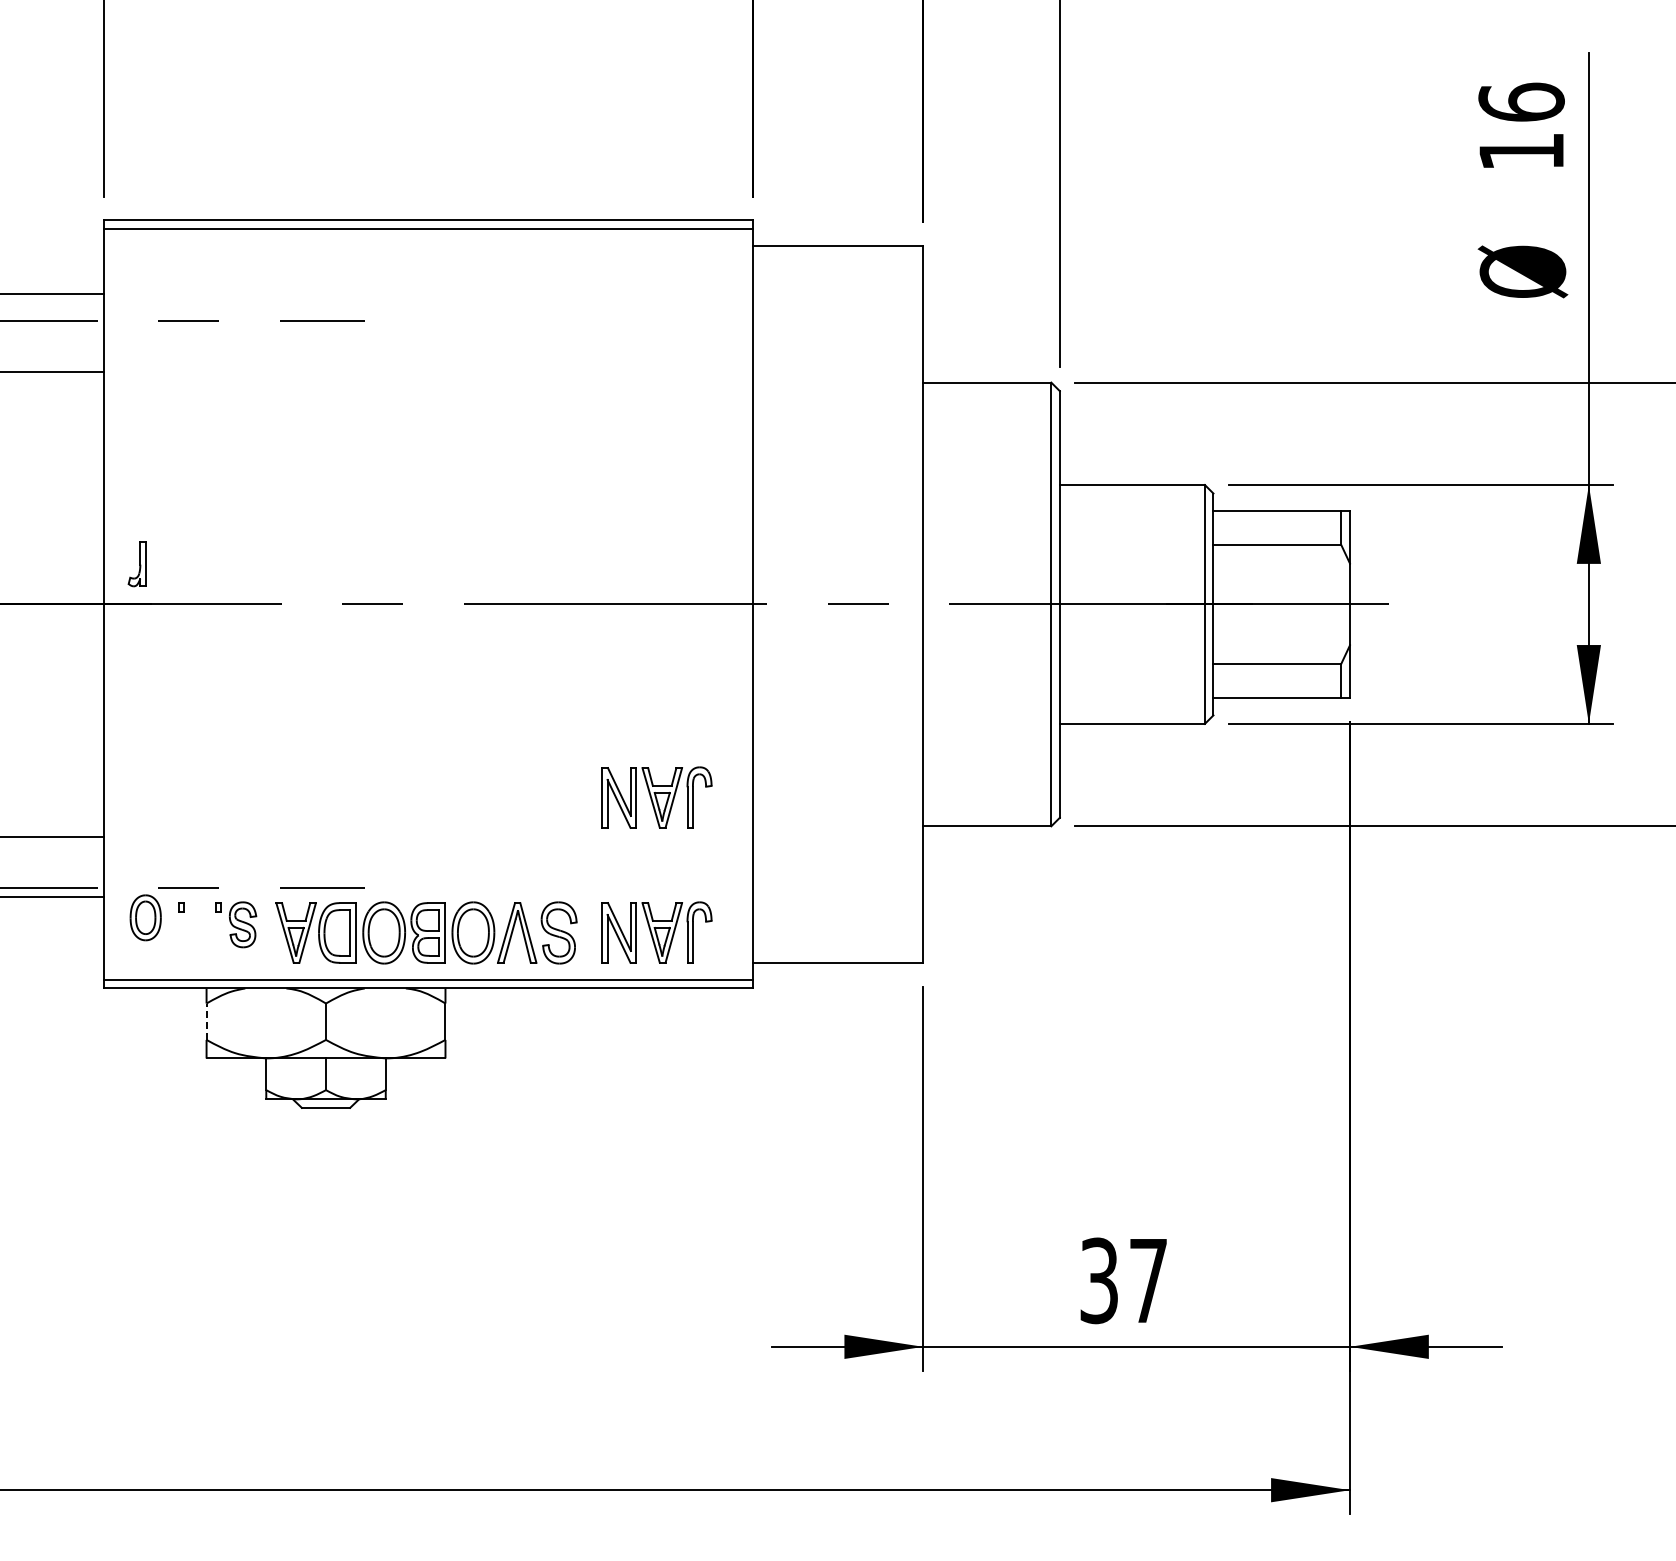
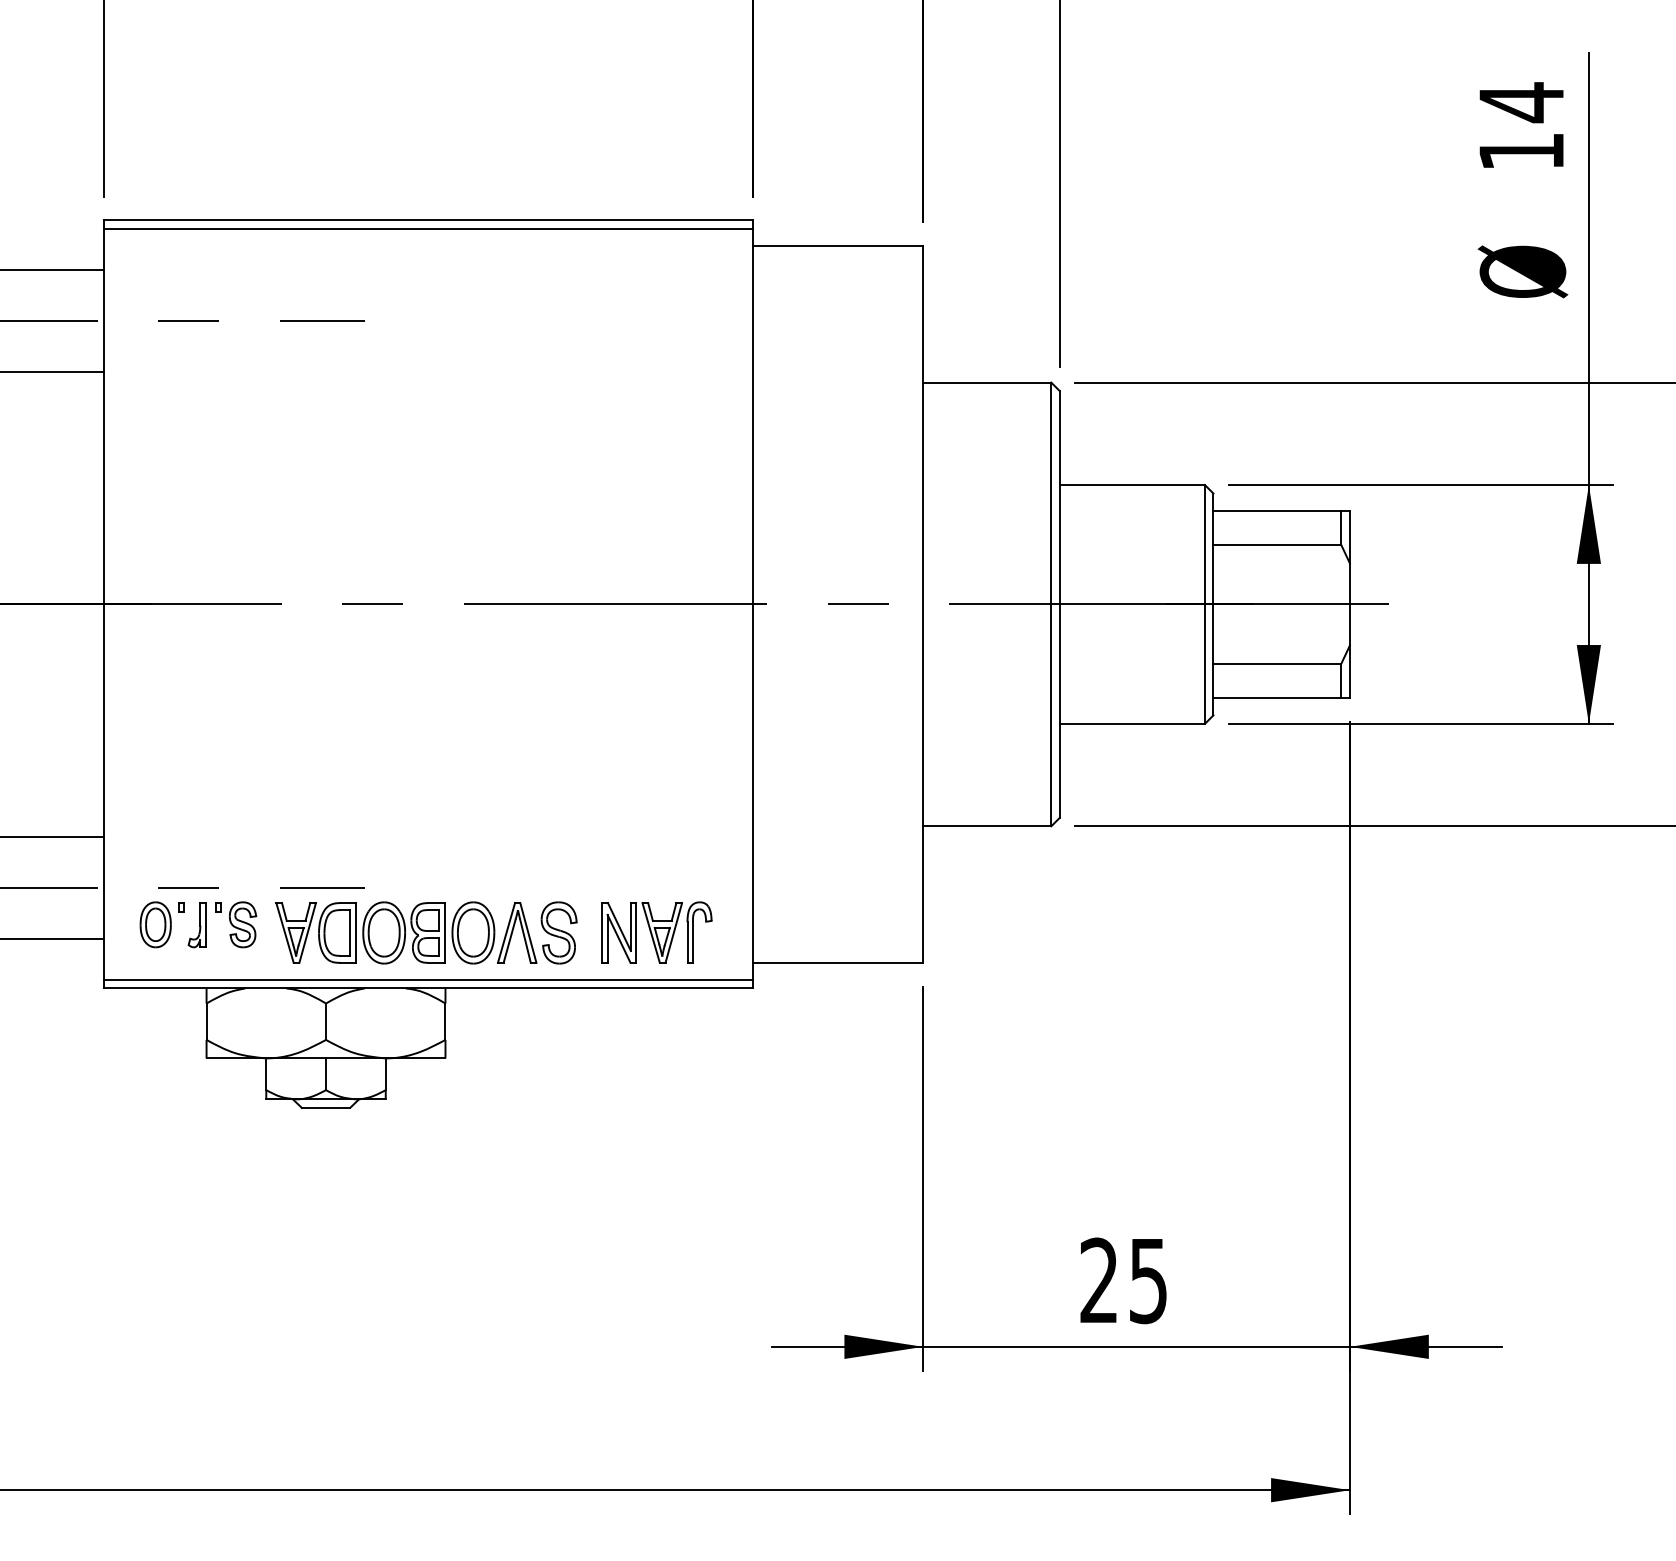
text at (1521, 102): 16 -> 14
line at (53, 293) position: (53, 293) -> (53, 269)
part at (136, 564) position: (136, 564) -> (196, 925)
part at (656, 797): present -> none
line at (53, 896) position: (53, 896) -> (53, 938)
part at (145, 917) position: (145, 917) -> (155, 924)
line at (206, 1021): dashed -> solid
text at (1123, 1280): 37 -> 25
